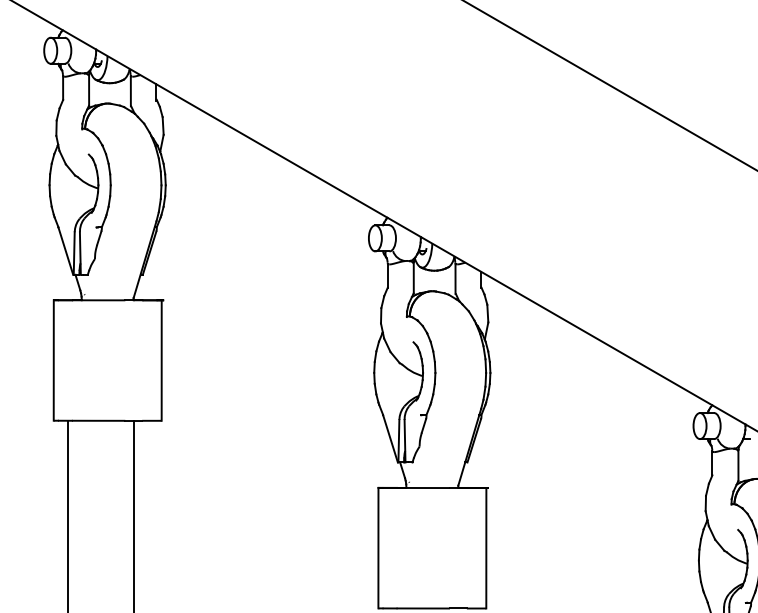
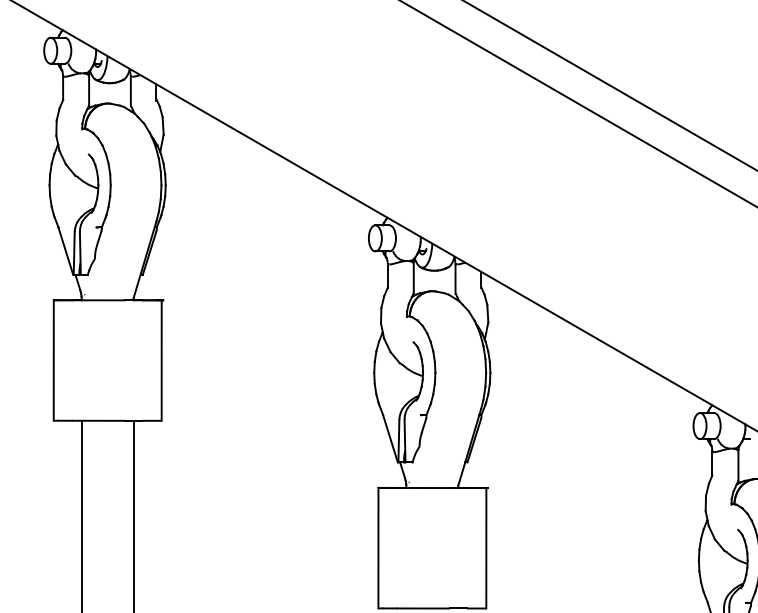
line at (578, 103): none -> present
line at (67, 514) position: (67, 514) -> (81, 514)
